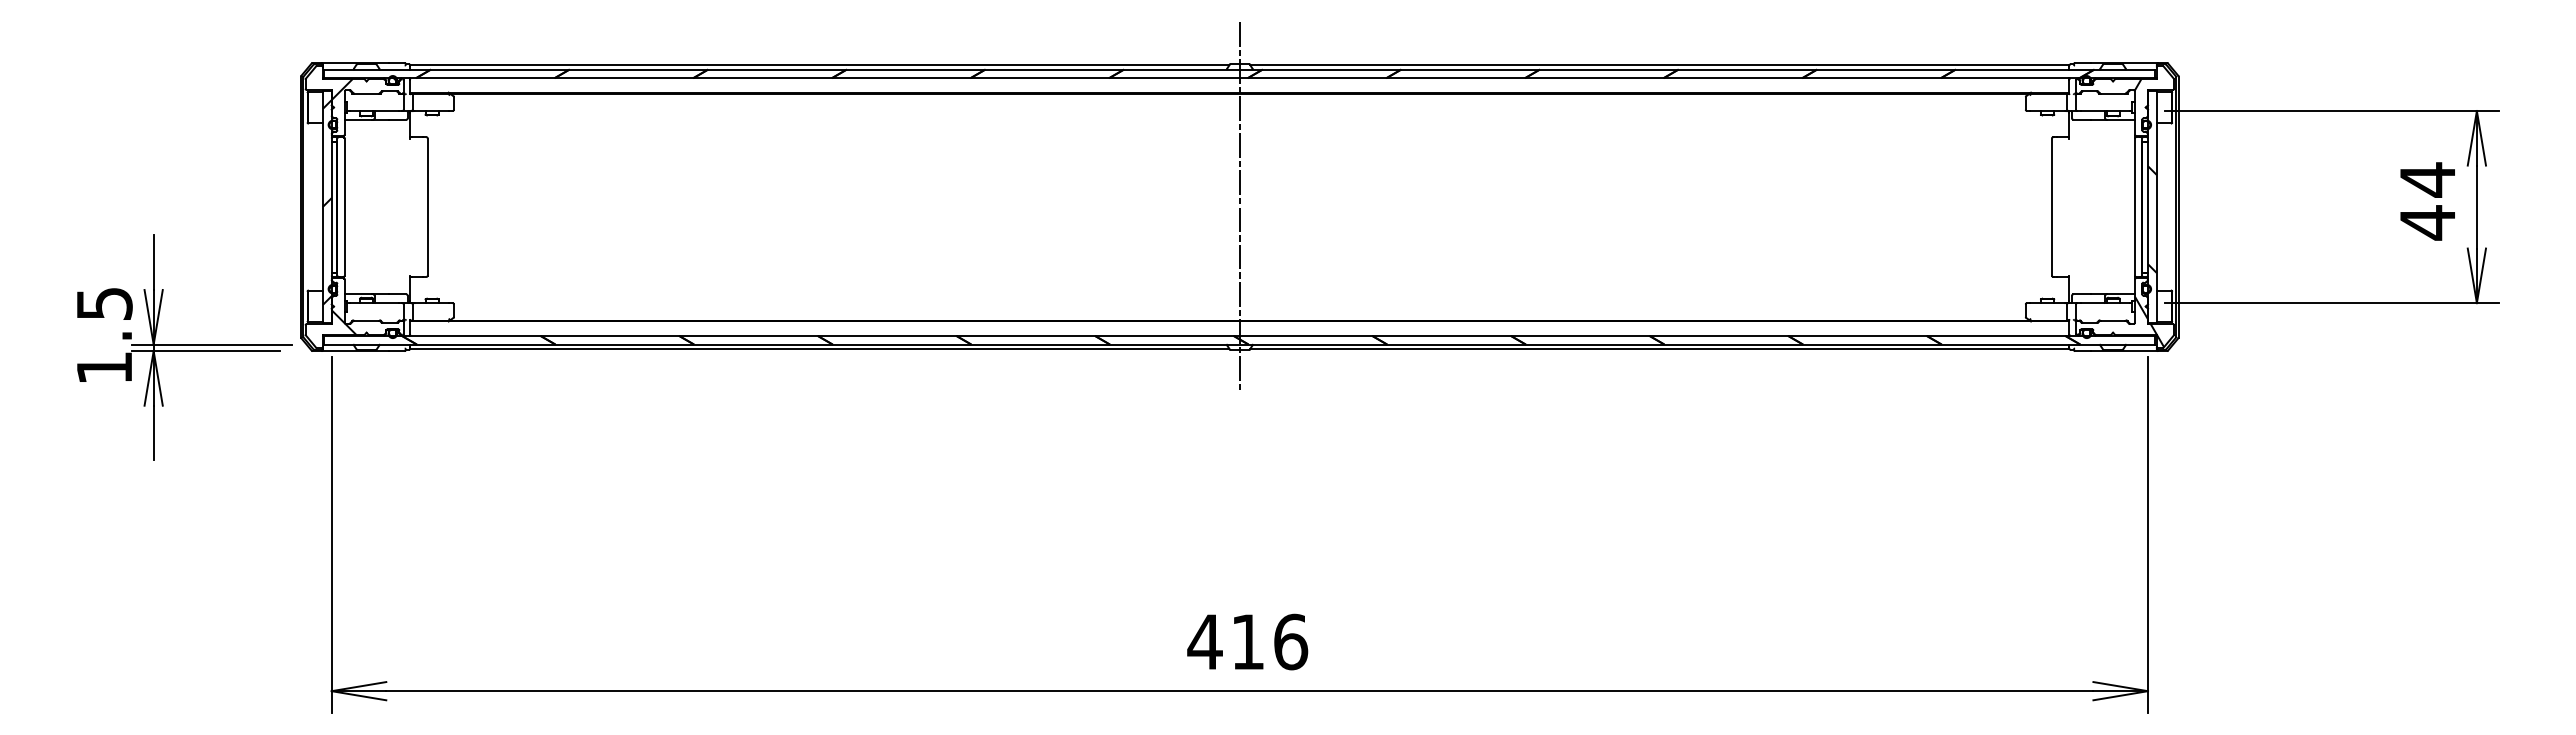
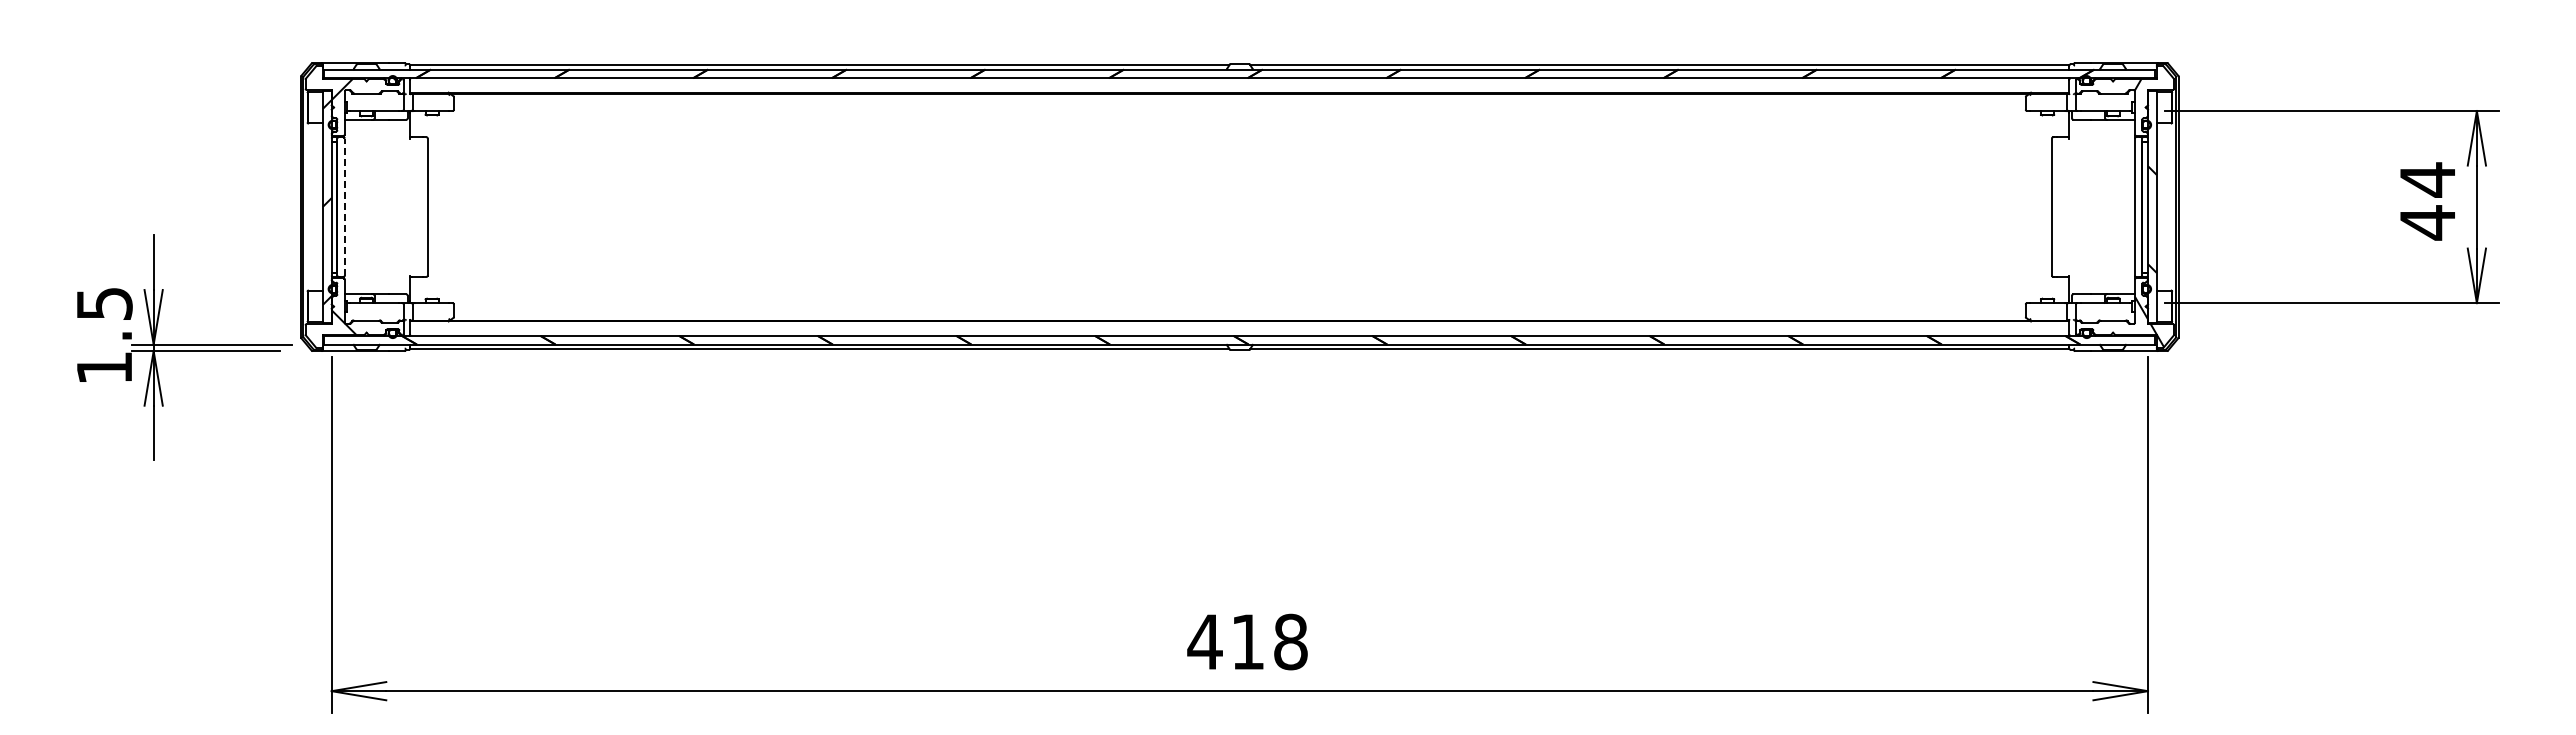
line at (1239, 206): present -> none
line at (344, 207): solid -> dashed
text at (1291, 641): 416 -> 418
